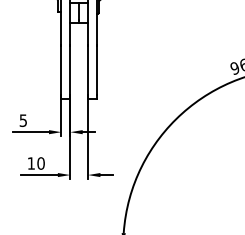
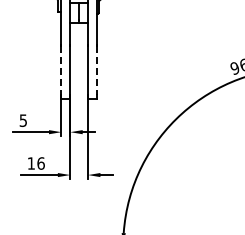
line at (61, 70): solid -> dashed
line at (96, 70): solid -> dashed
text at (40, 163): 10 -> 16
